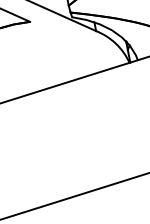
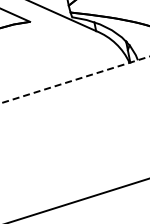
line at (75, 79): solid -> dashed
line at (74, 196) position: (74, 196) -> (80, 199)
